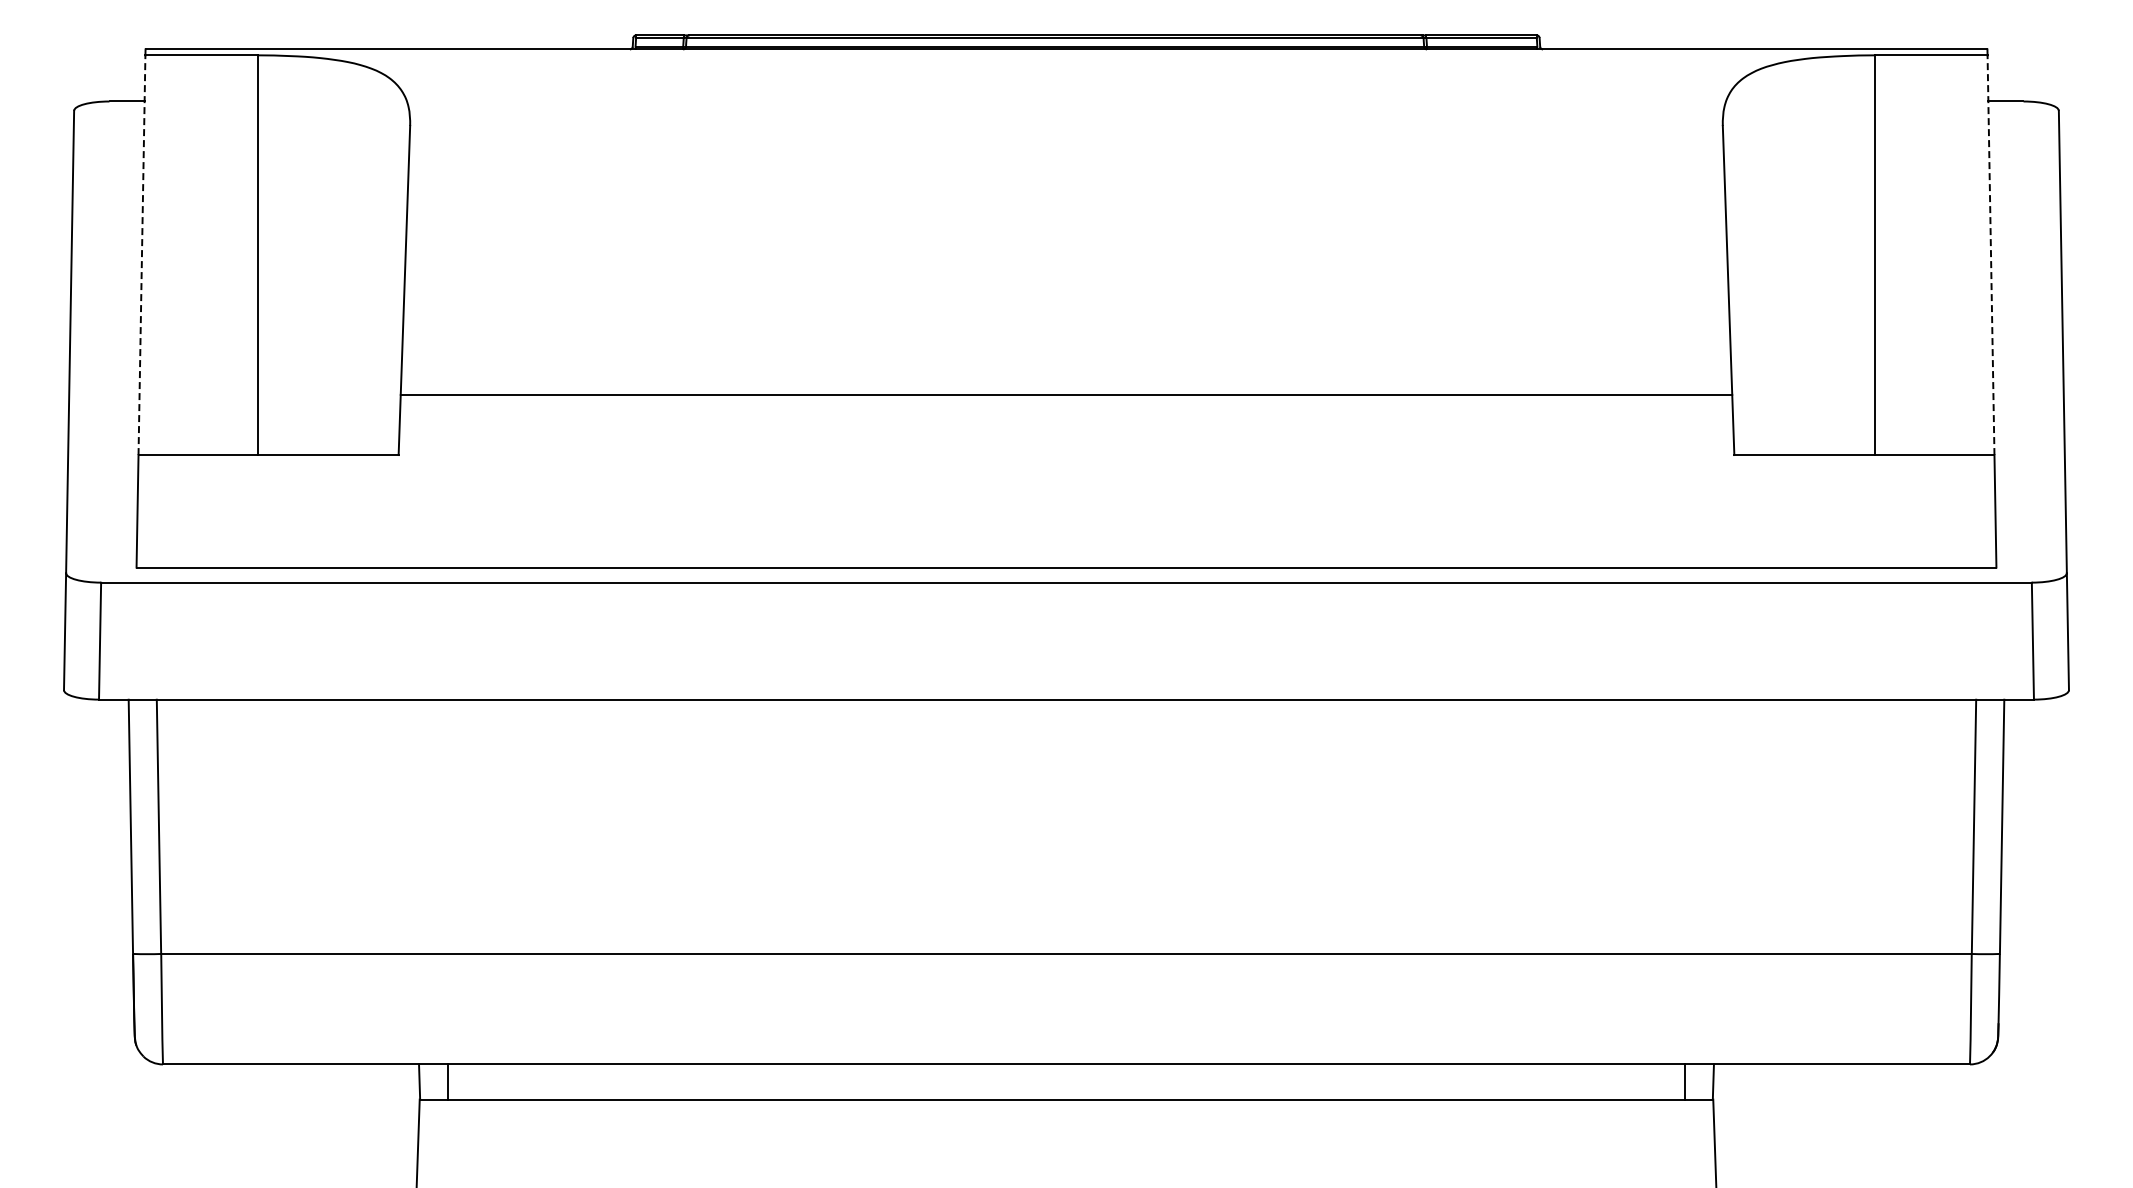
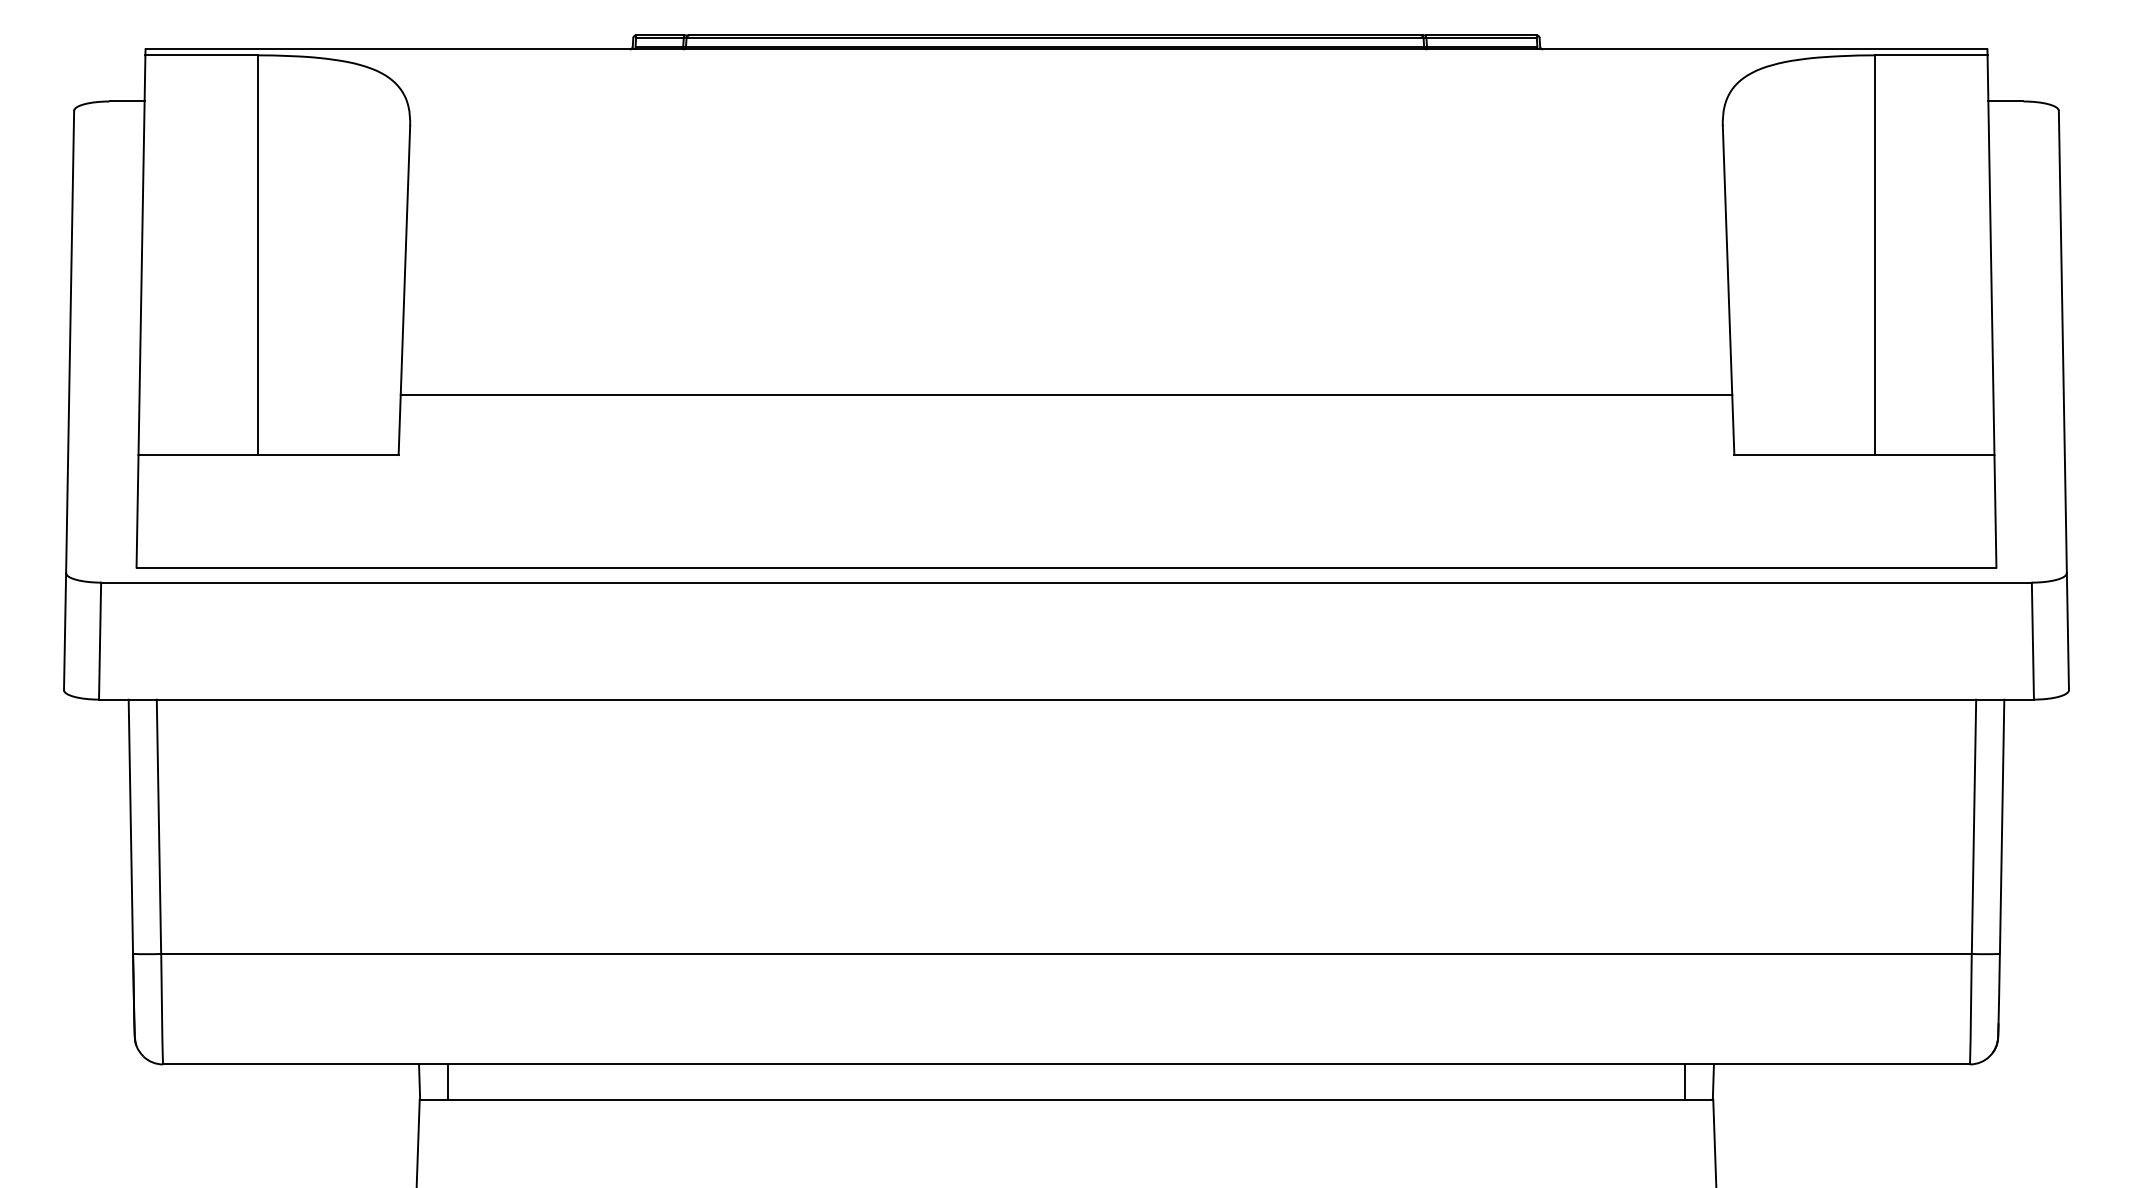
line at (141, 255): dashed -> solid
line at (1991, 255): dashed -> solid
